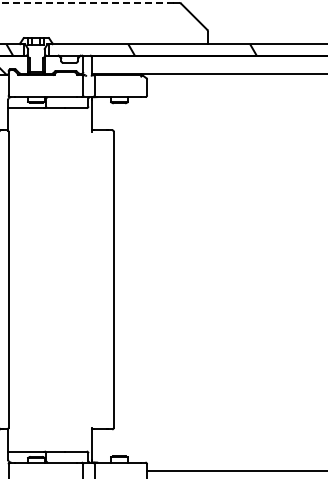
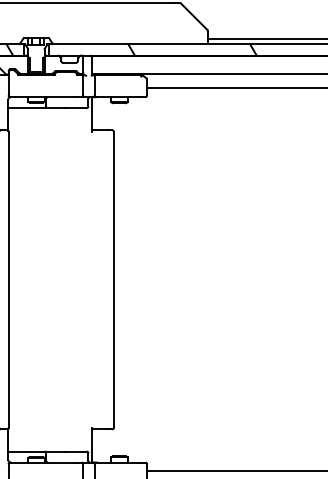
line at (86, 2): dashed -> solid
line at (266, 39): none -> present
line at (235, 88): none -> present
